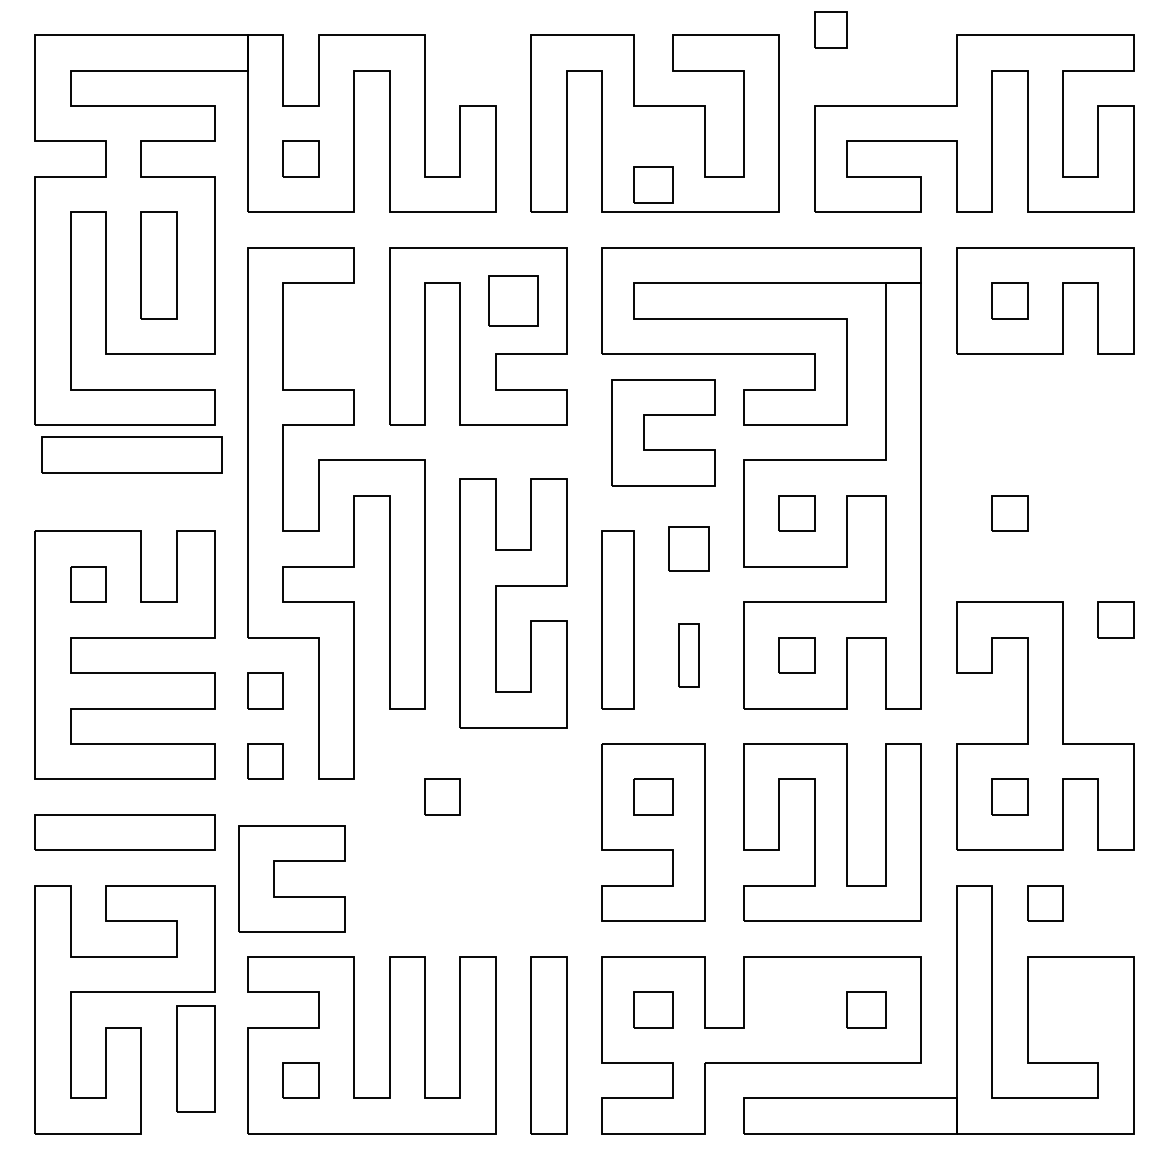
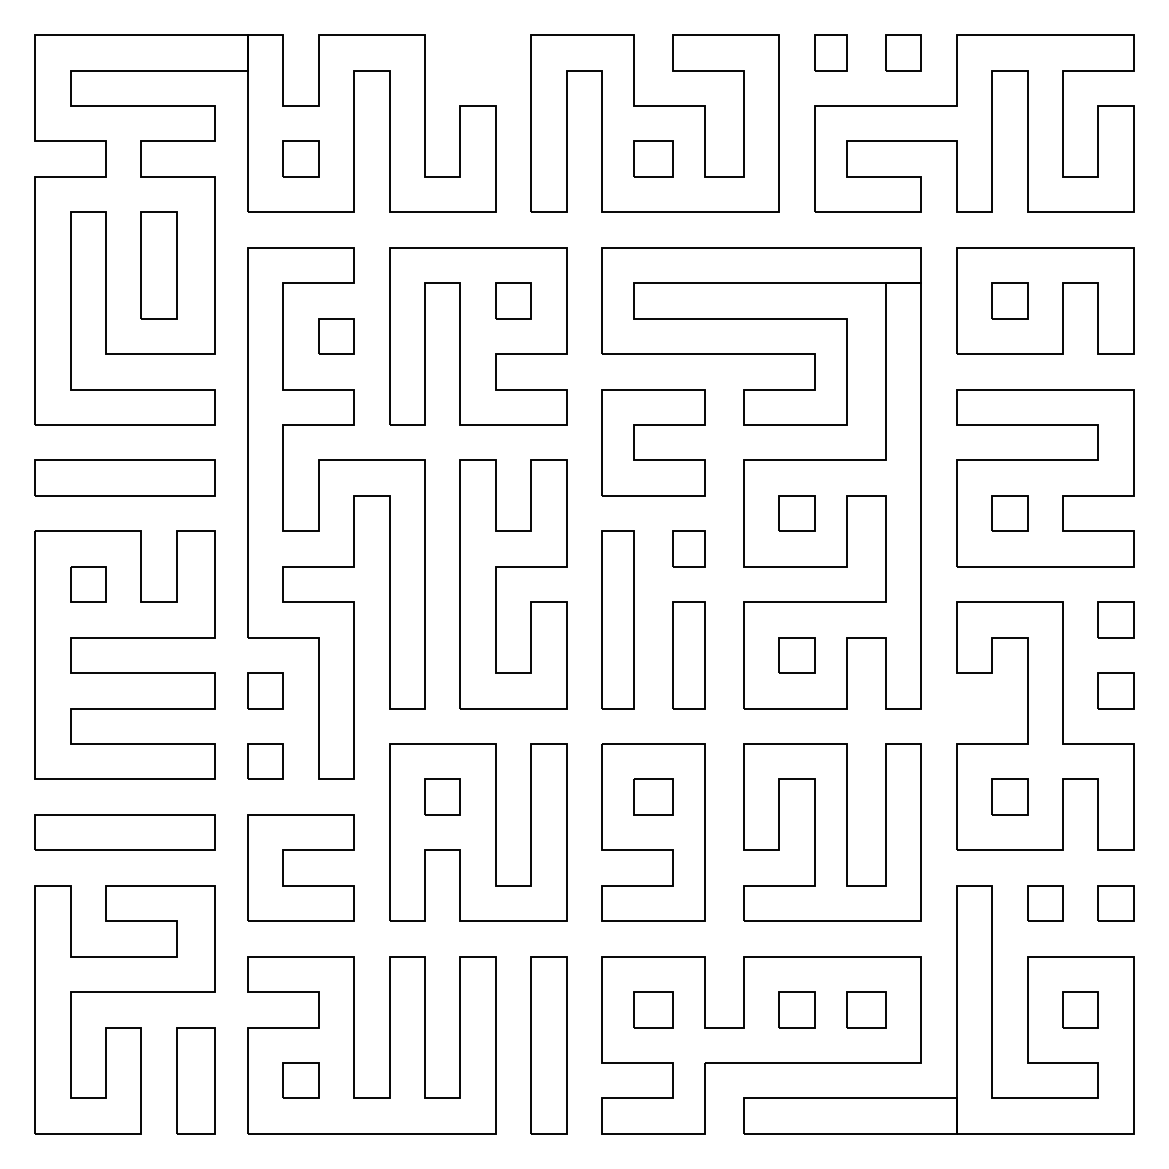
part at (830, 29) position: (830, 29) -> (830, 52)
part at (903, 52): none -> present
part at (653, 184) position: (653, 184) -> (653, 158)
part at (513, 300) size: 51x52 px -> 37x38 px
part at (336, 336): none -> present
part at (663, 415) position: (663, 415) -> (653, 425)
part at (131, 454) position: (131, 454) -> (124, 477)
part at (1045, 478): none -> present
part at (688, 548) size: 42x46 px -> 34x38 px
part at (513, 586) position: (513, 586) -> (513, 567)
part at (688, 655) size: 22x65 px -> 34x109 px
part at (1115, 690): none -> present
part at (478, 832): none -> present
part at (291, 861) position: (291, 861) -> (300, 850)
part at (1115, 903): none -> present
part at (796, 1009): none -> present
part at (1080, 1009): none -> present
part at (195, 1058) position: (195, 1058) -> (195, 1080)
